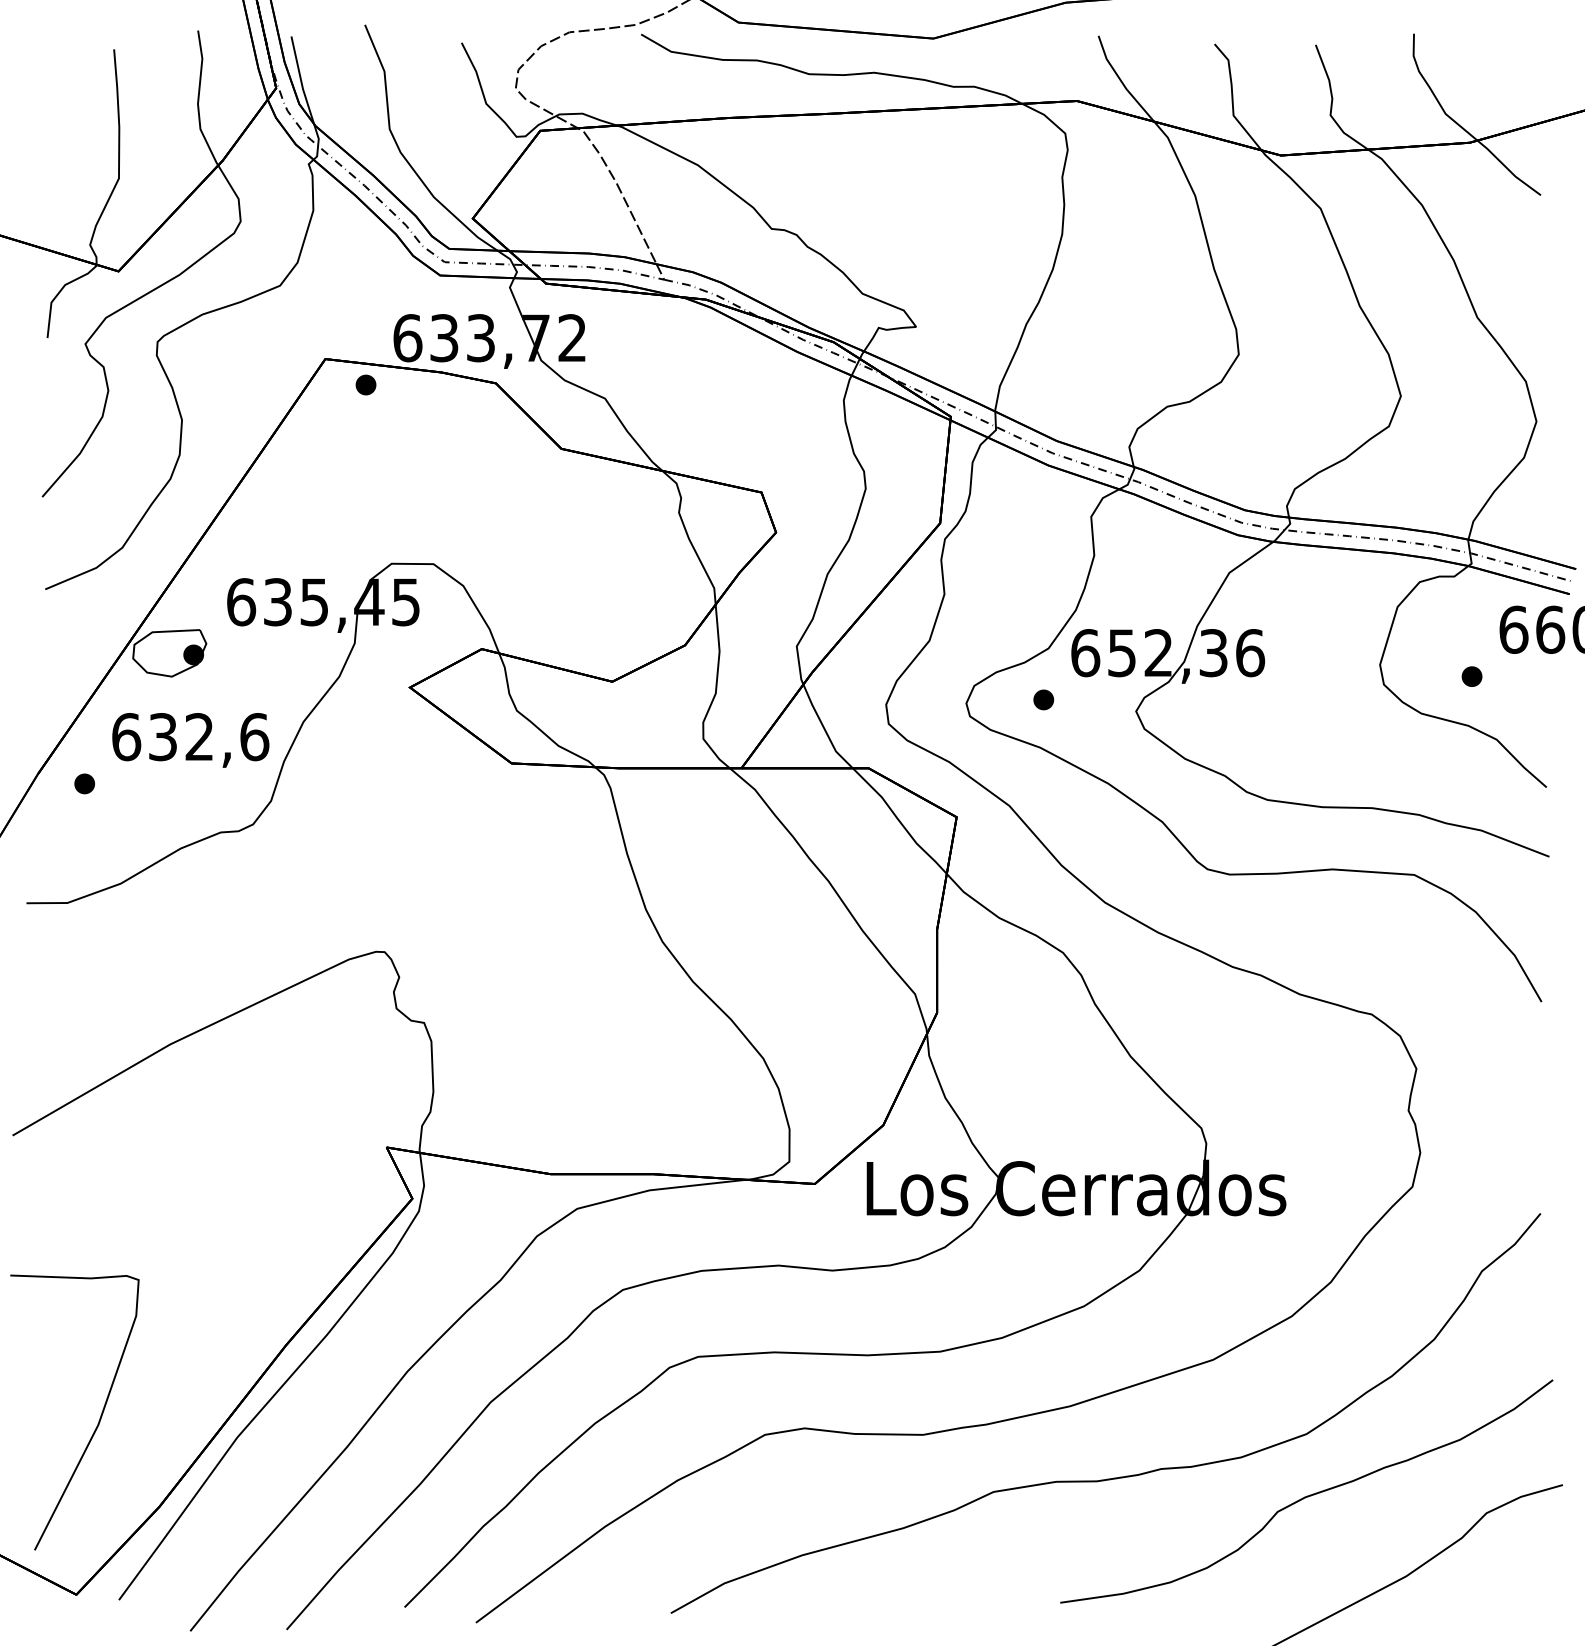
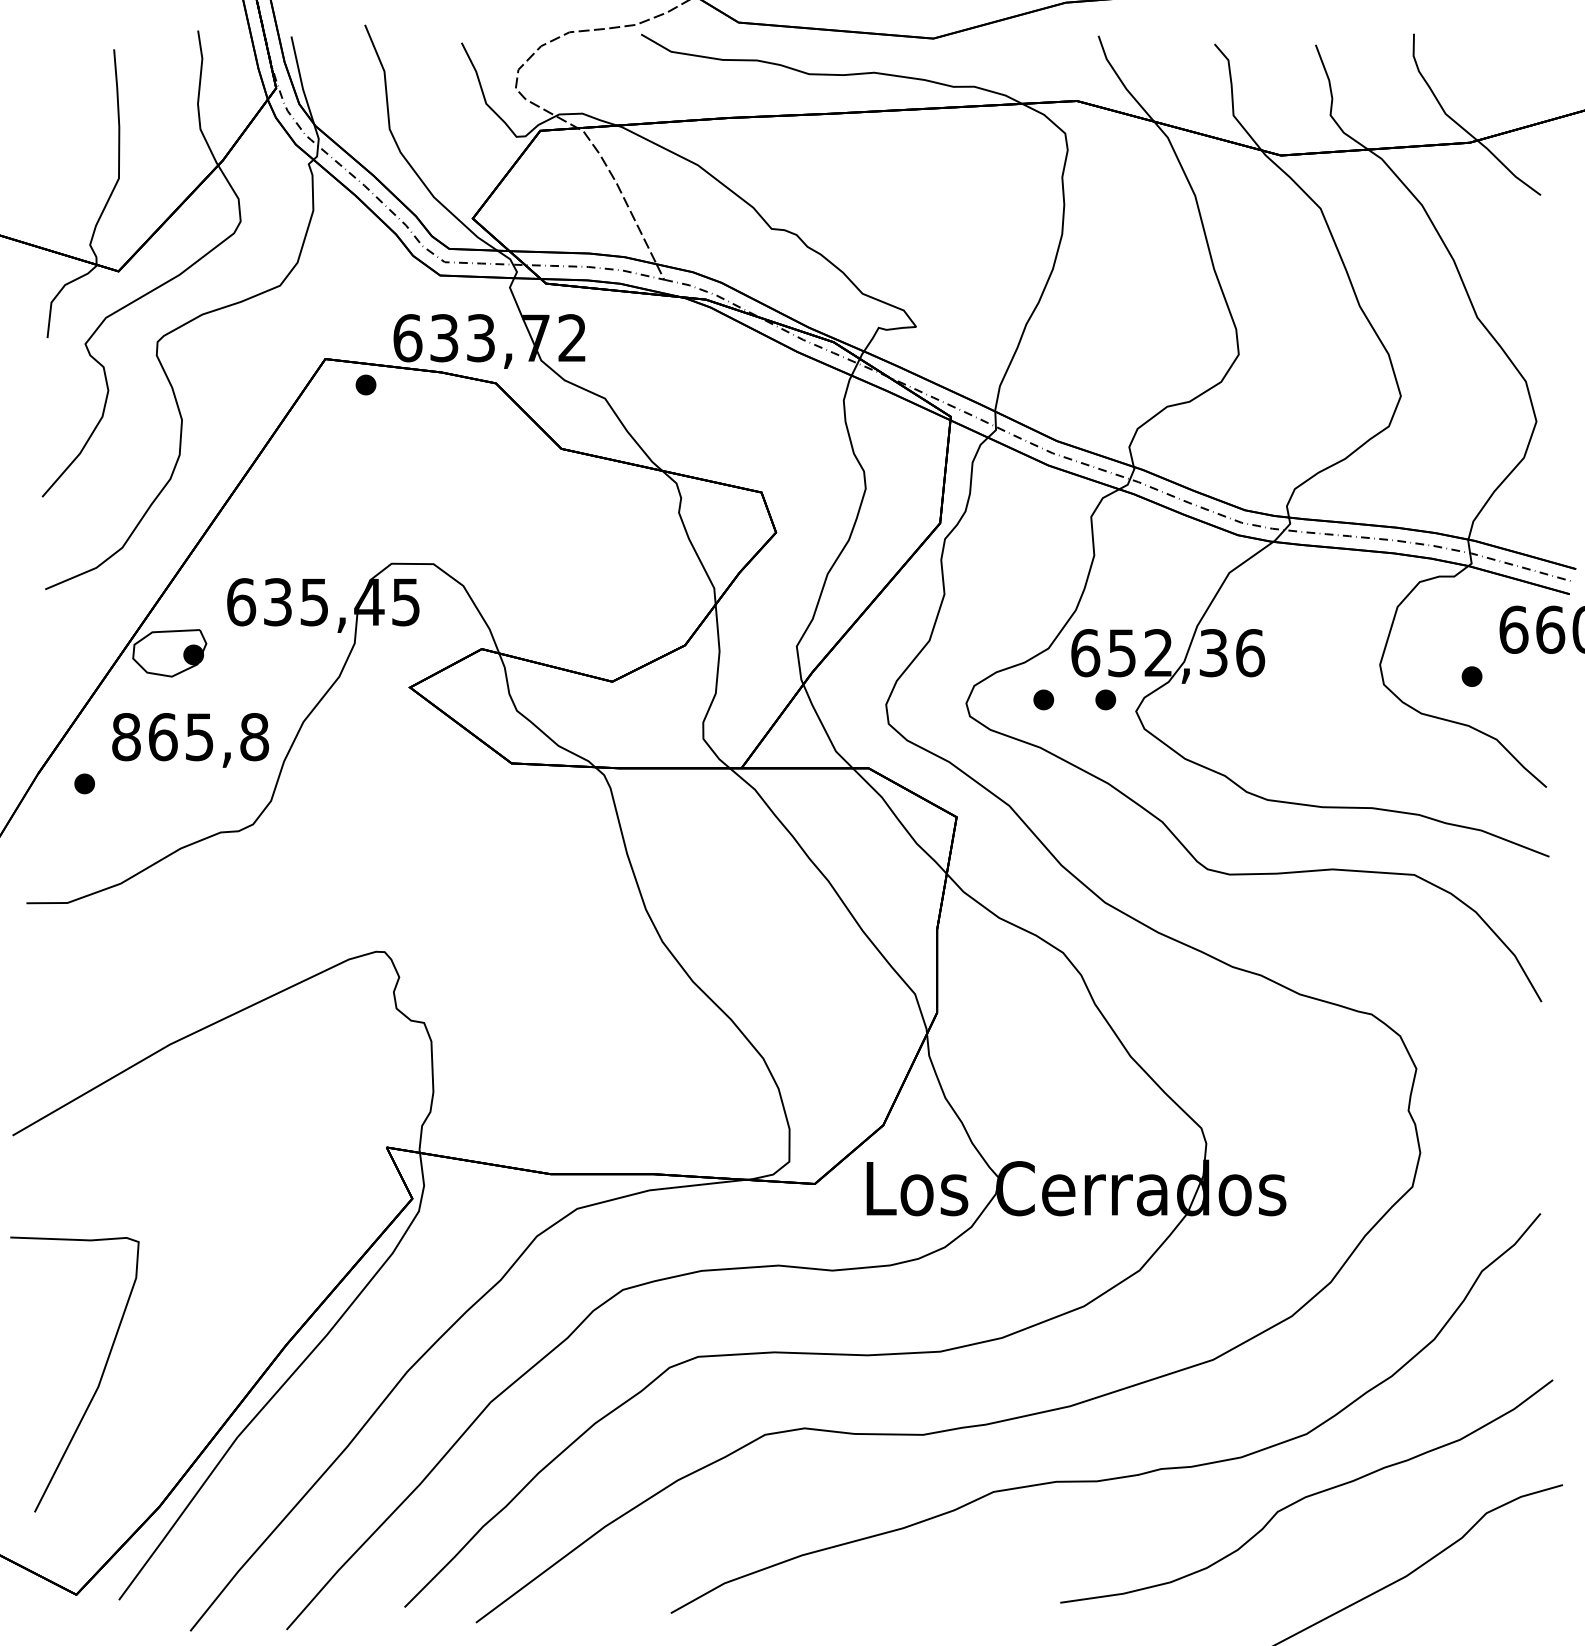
part at (1105, 699): none -> present
text at (190, 737): 632,6 -> 865,8
curve at (97, 1423) position: (97, 1423) -> (97, 1385)
